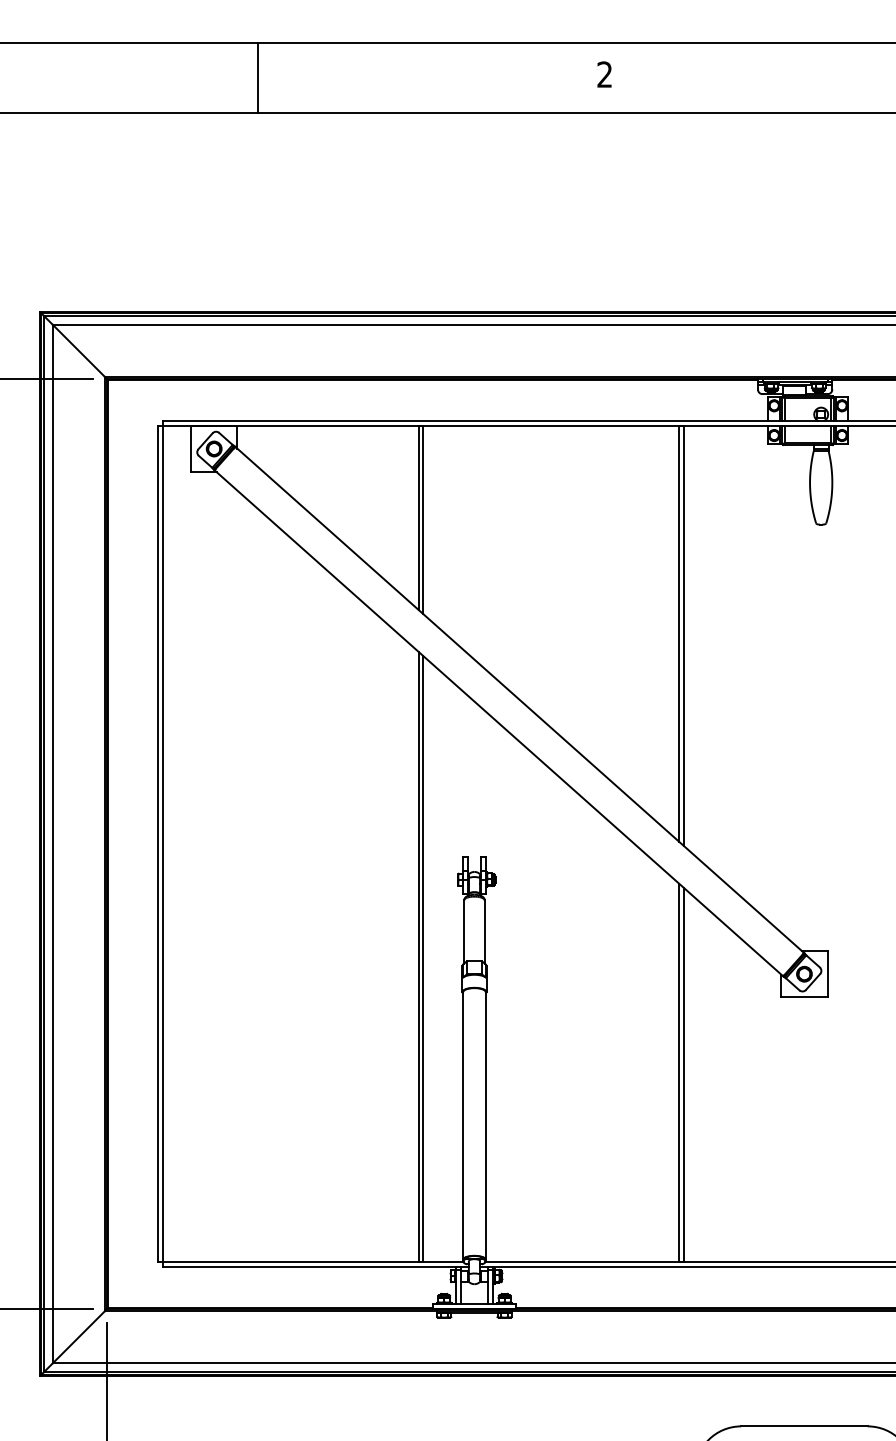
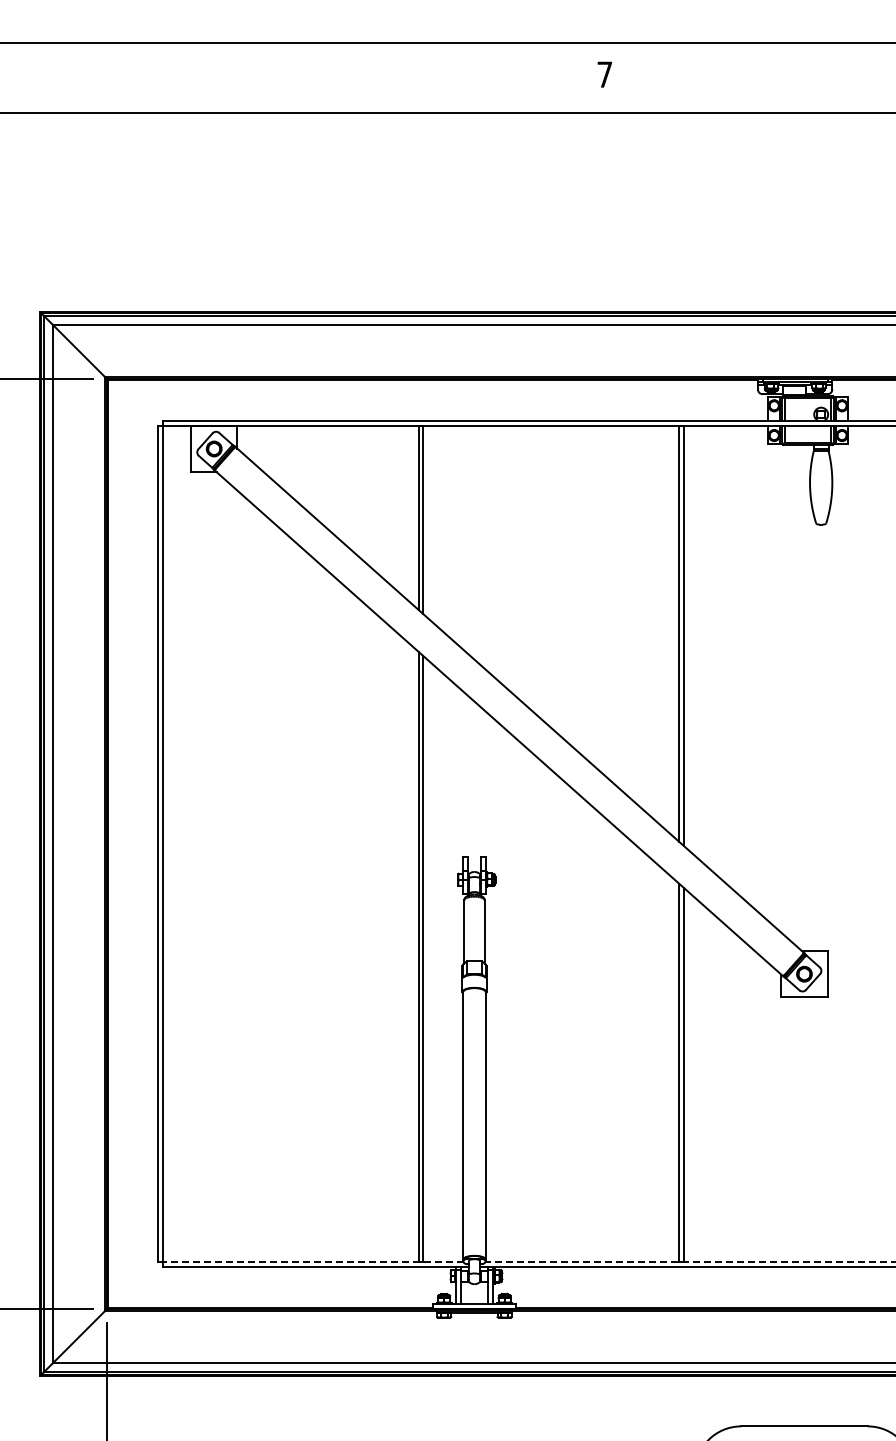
text at (604, 74): 2 -> 7
line at (258, 77): present -> none
line at (312, 1262): solid -> dashed
line at (690, 1262): solid -> dashed
